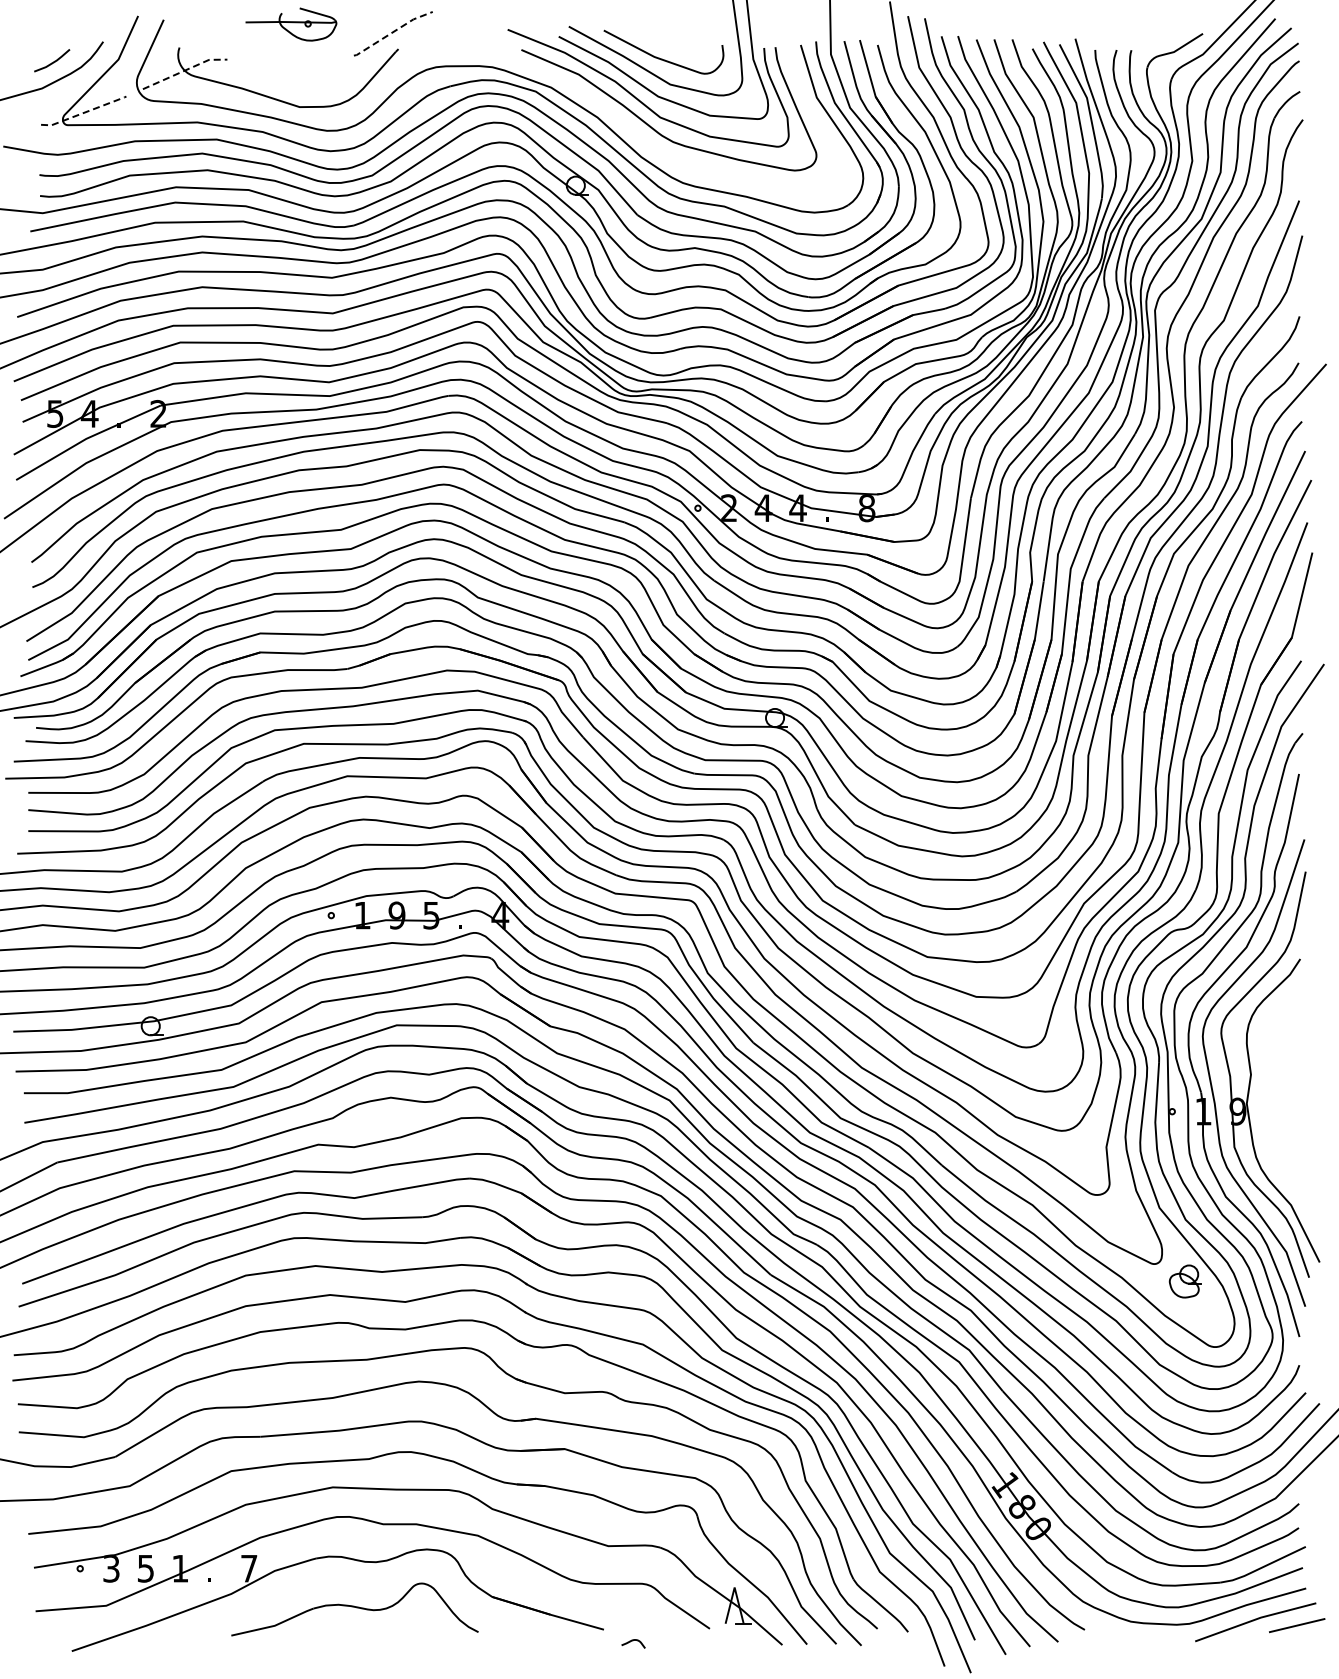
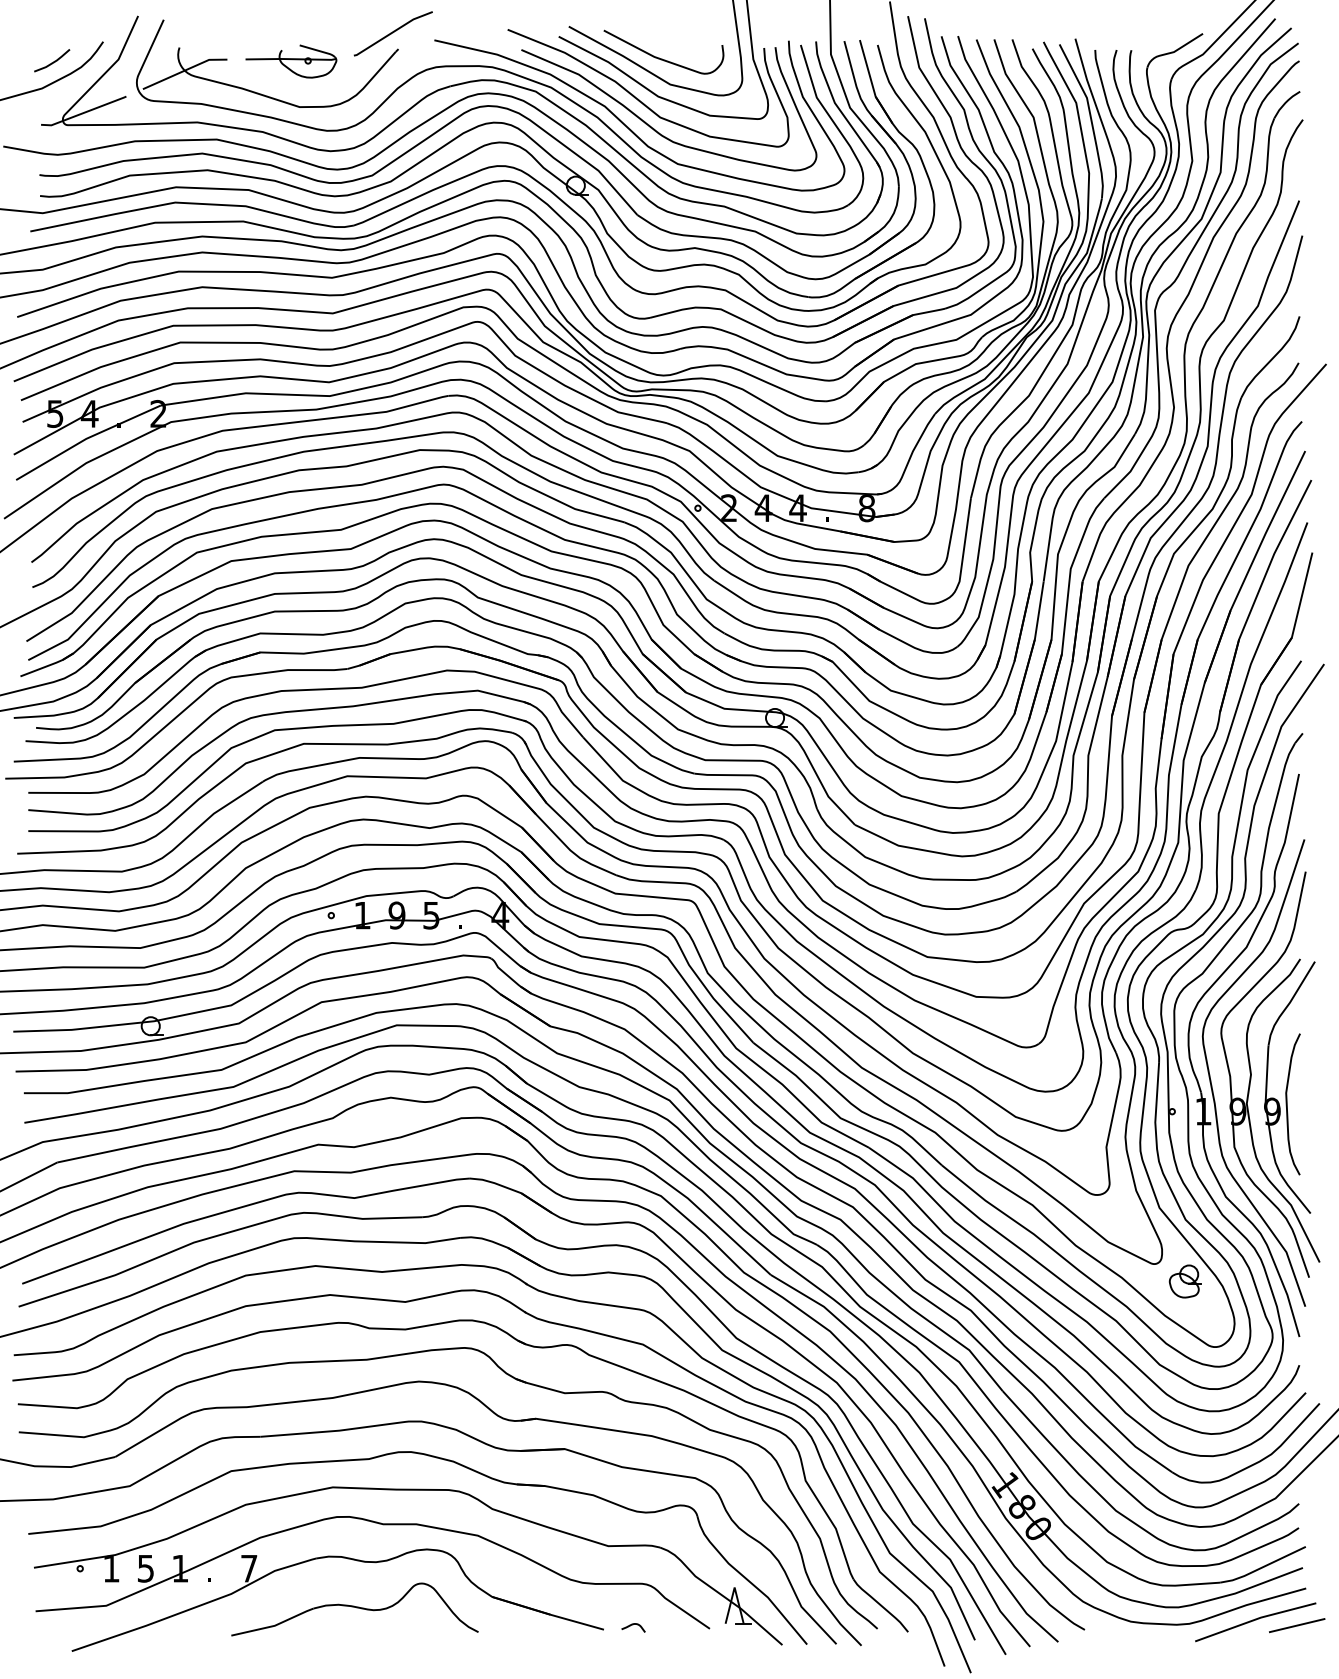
part at (291, 24) position: (291, 24) -> (291, 61)
line at (392, 32): dashed -> solid
line at (185, 70): dashed -> solid
line at (84, 112): dashed -> solid
curve at (629, 127): none -> present
part at (1289, 1087): none -> present
text at (111, 1568): 3 -> 1
curve at (633, 1641) position: (633, 1641) -> (633, 1625)
